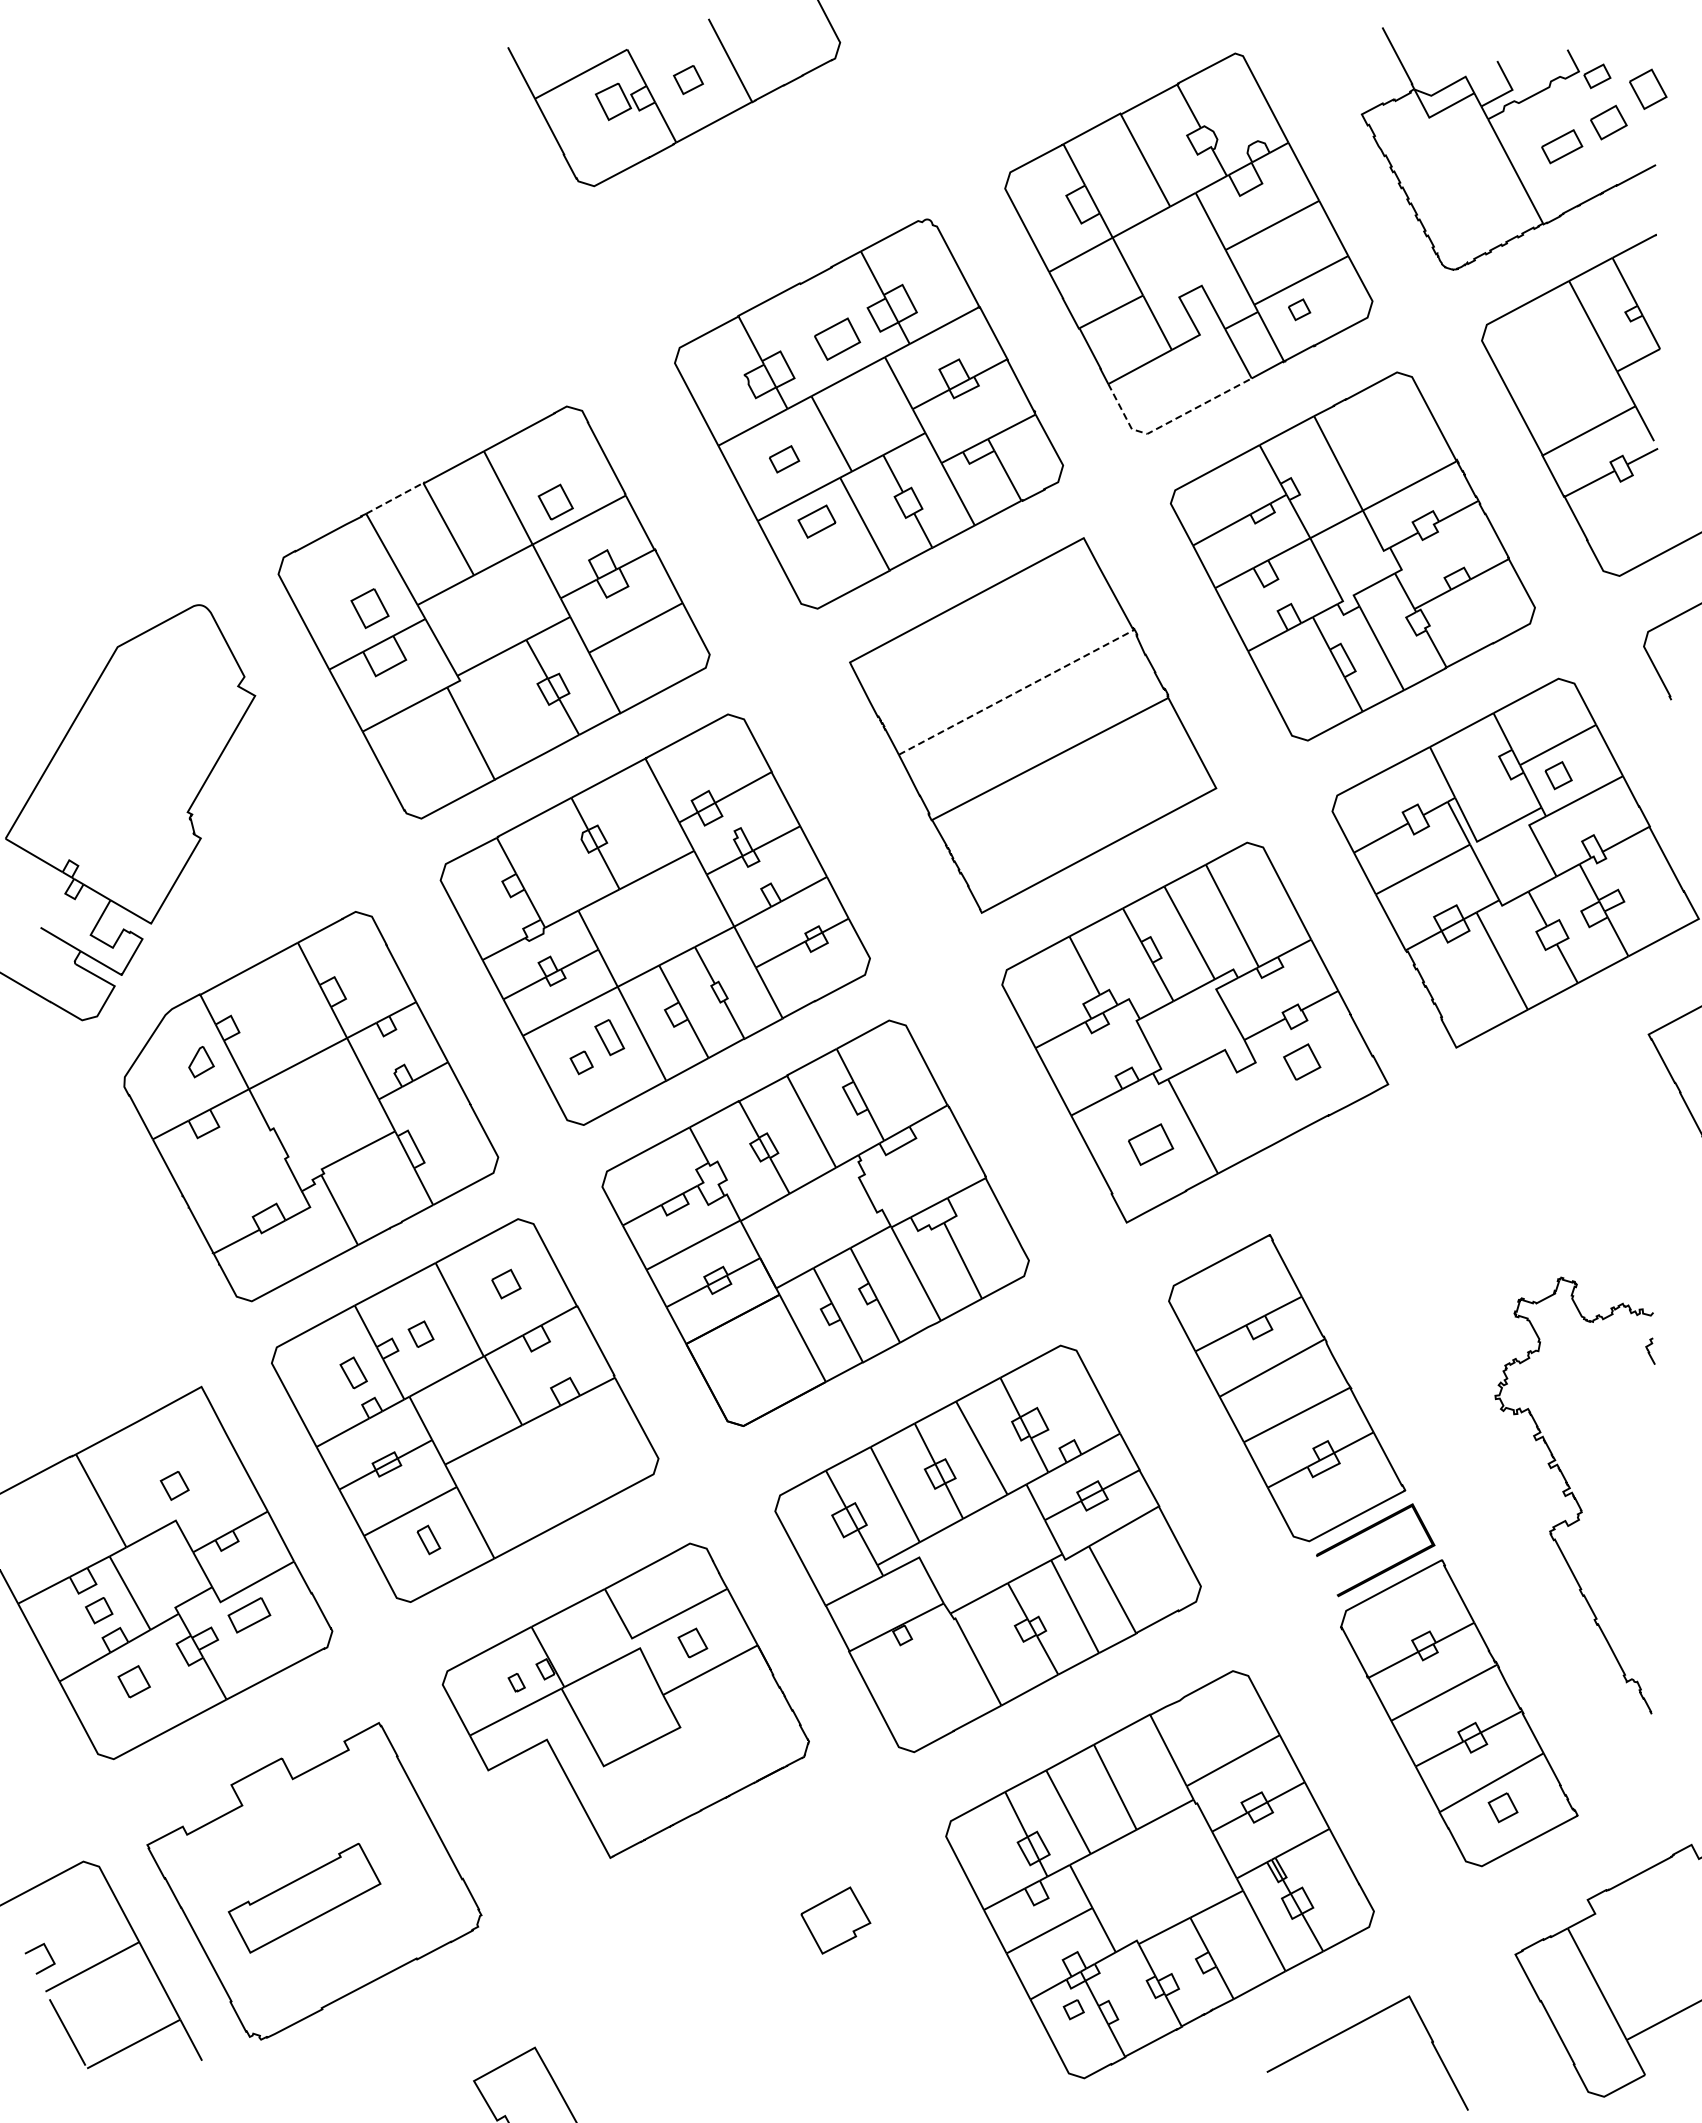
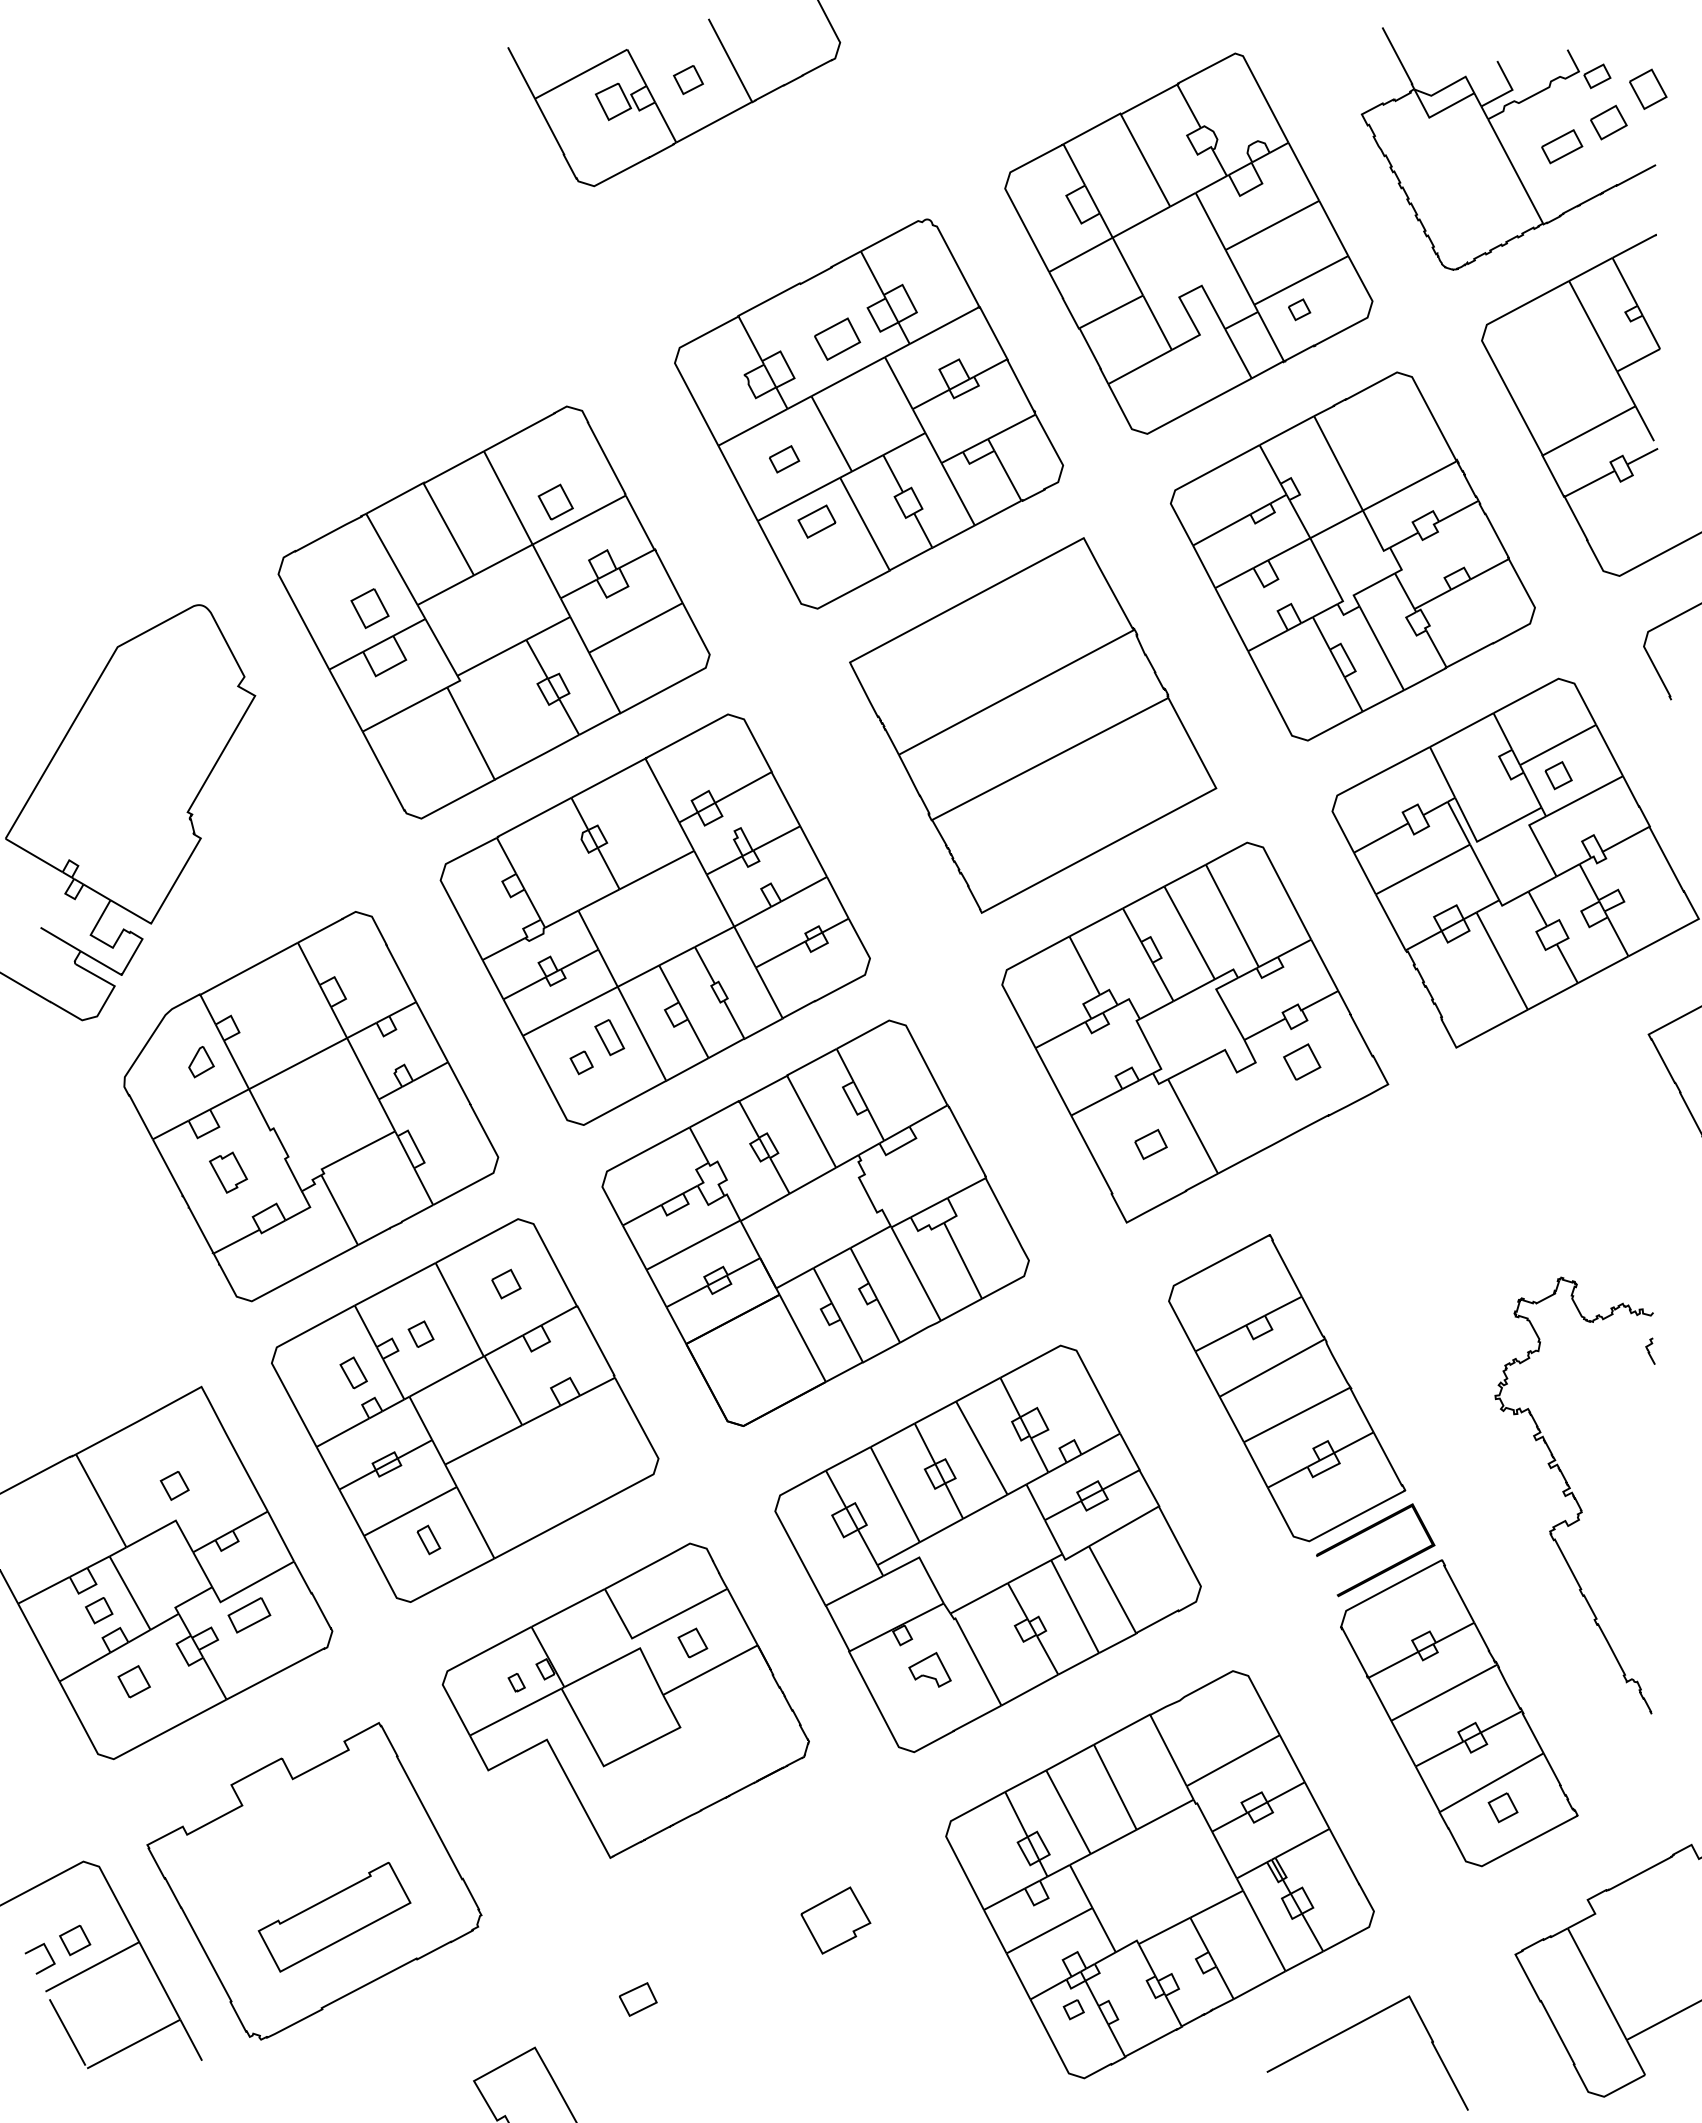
line at (1169, 422): dashed -> solid
line at (394, 498): dashed -> solid
line at (1016, 692): dashed -> solid
part at (1151, 1144) size: 47x43 px -> 34x32 px
part at (228, 1172): none -> present
part at (929, 1669): none -> present
part at (304, 1897) position: (304, 1897) -> (334, 1916)
part at (75, 1940): none -> present
part at (638, 1999): none -> present
